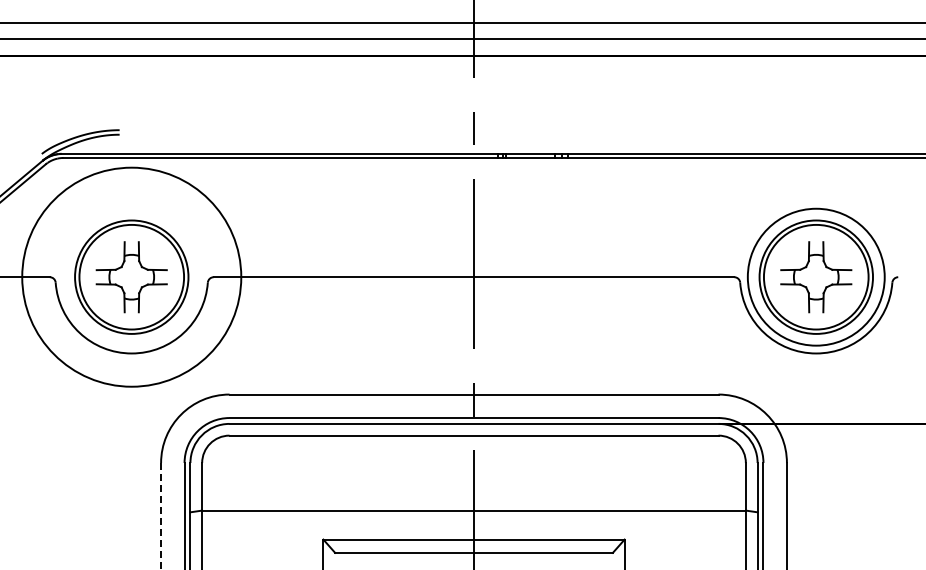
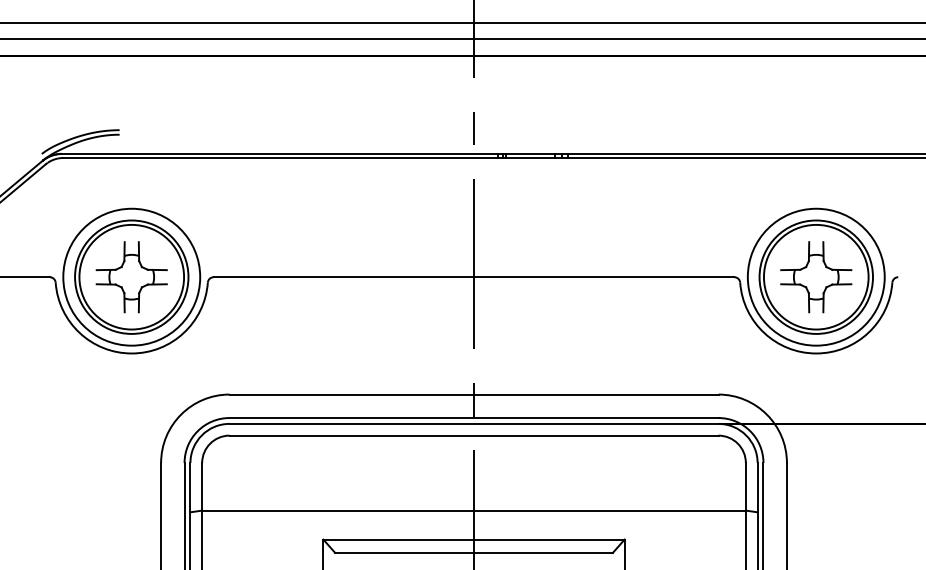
circle at (131, 276) diameter: 219 px -> 137 px
line at (161, 516): dashed -> solid
